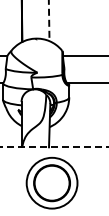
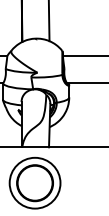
line at (49, 21): dashed -> solid
line at (54, 147): dashed -> solid
part at (51, 182) position: (51, 182) -> (34, 182)
